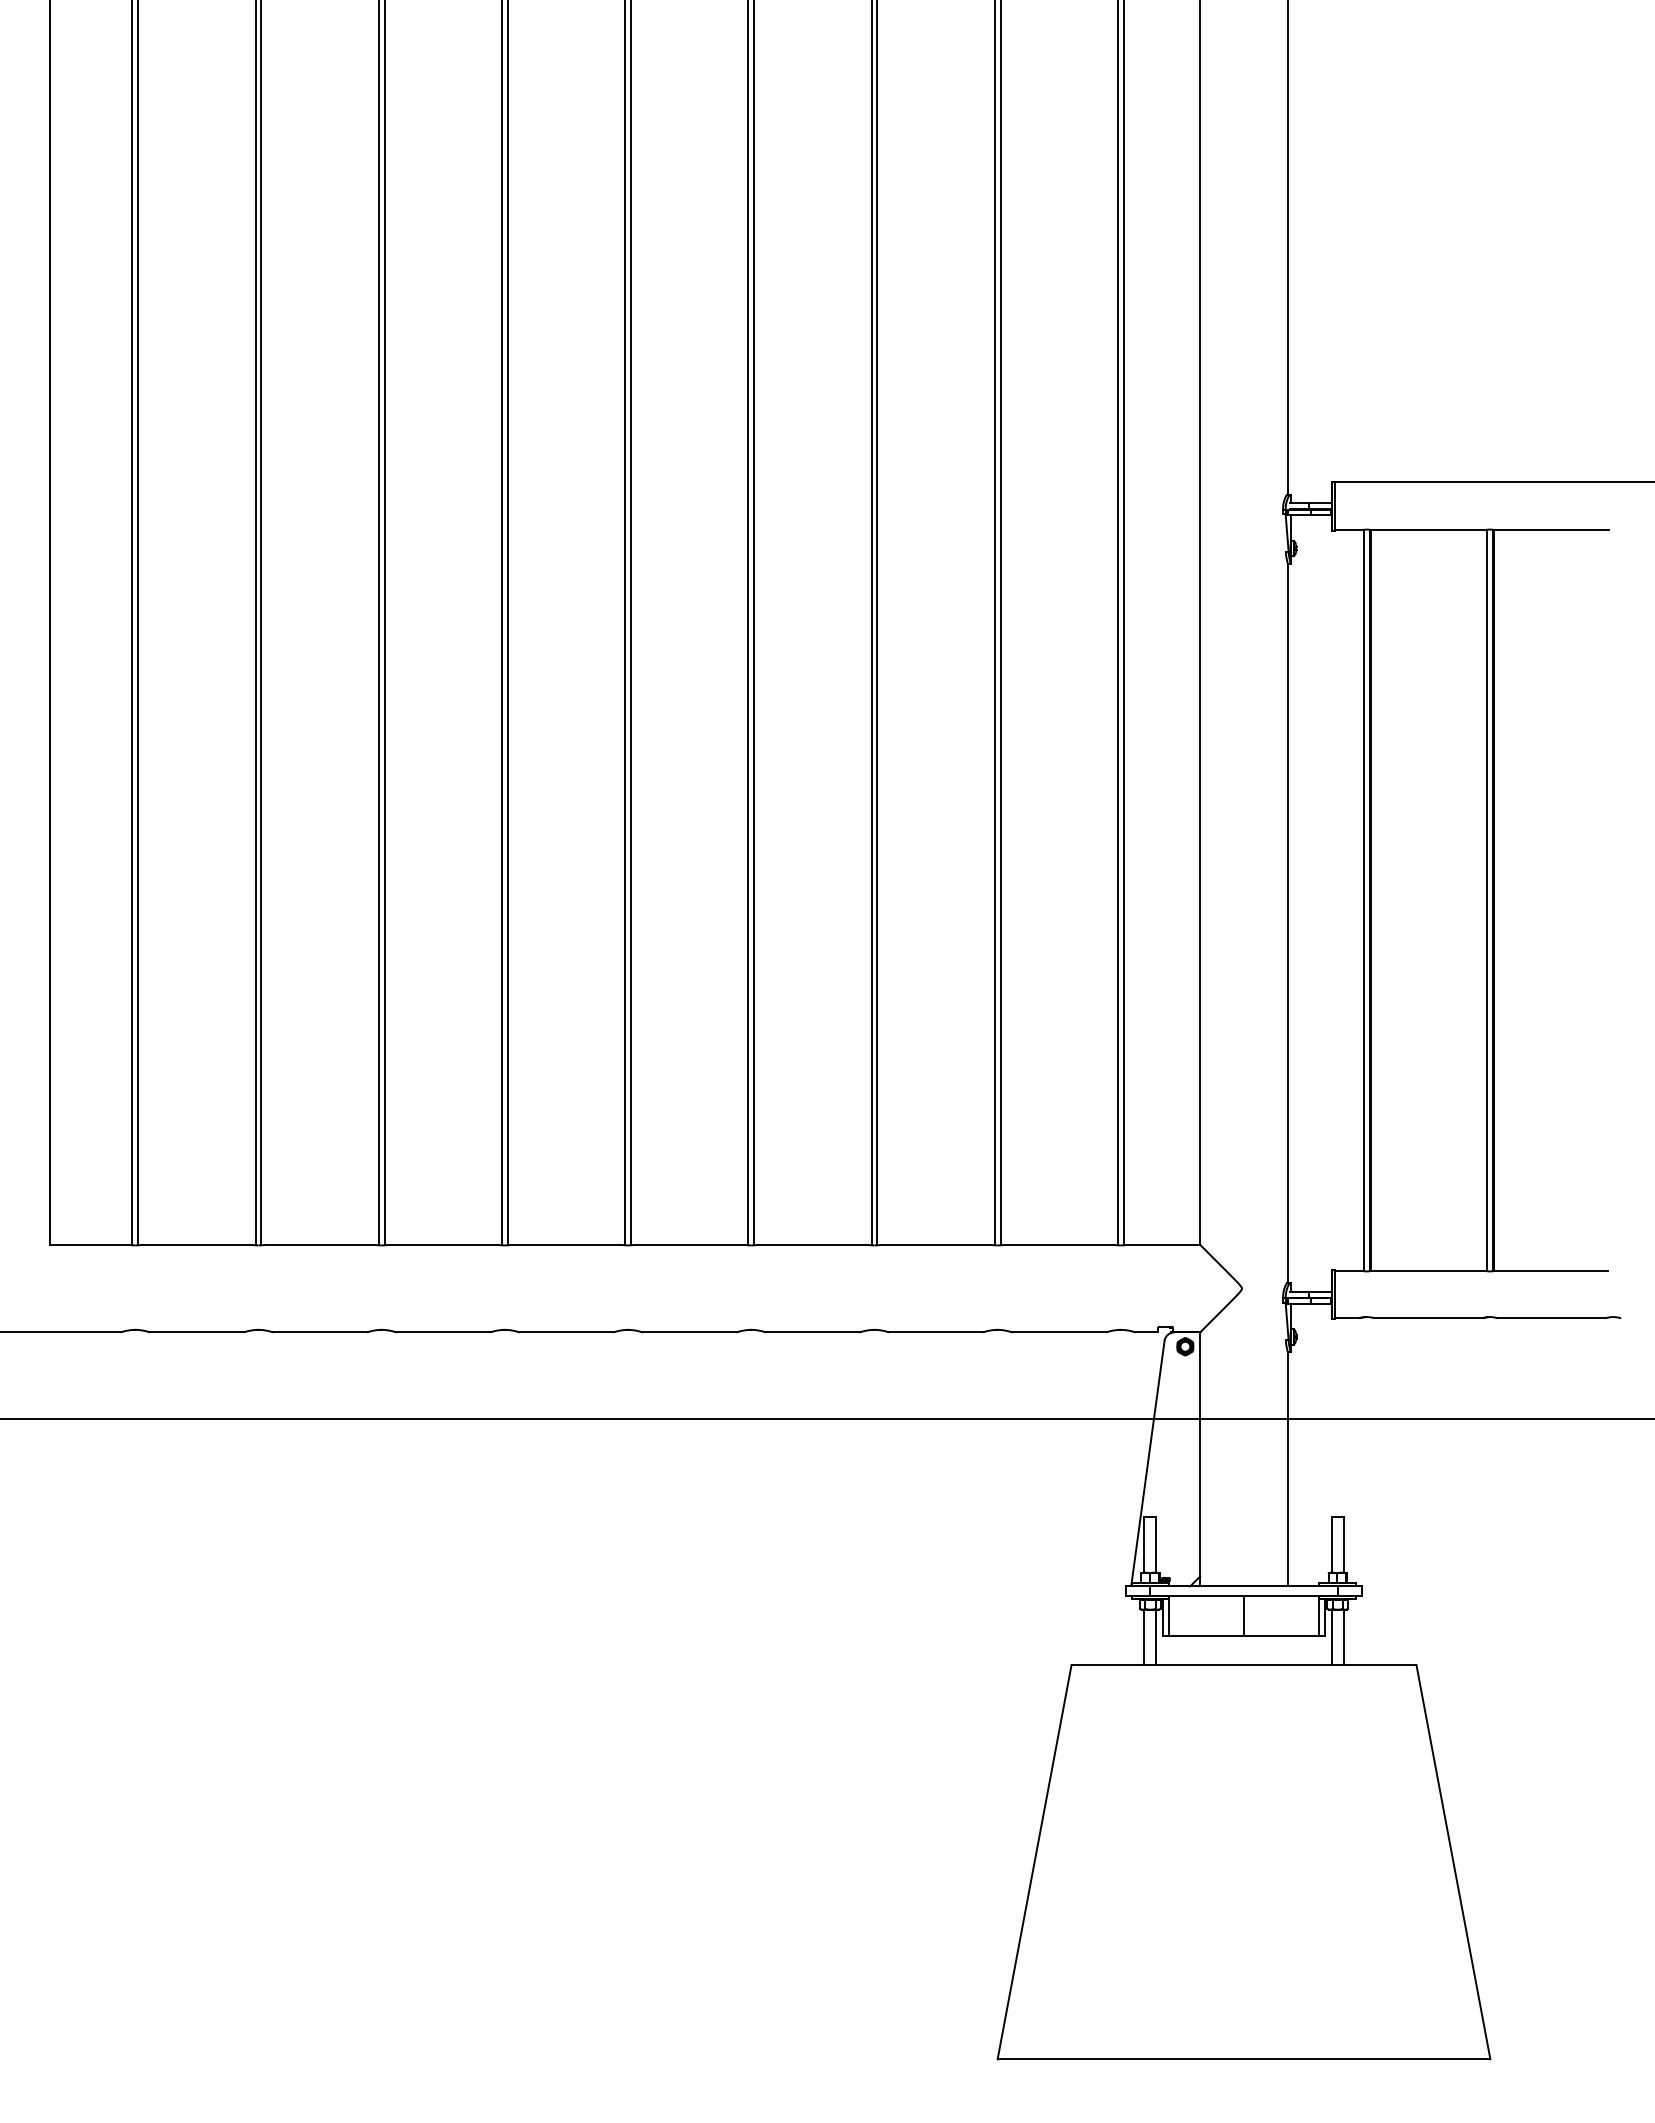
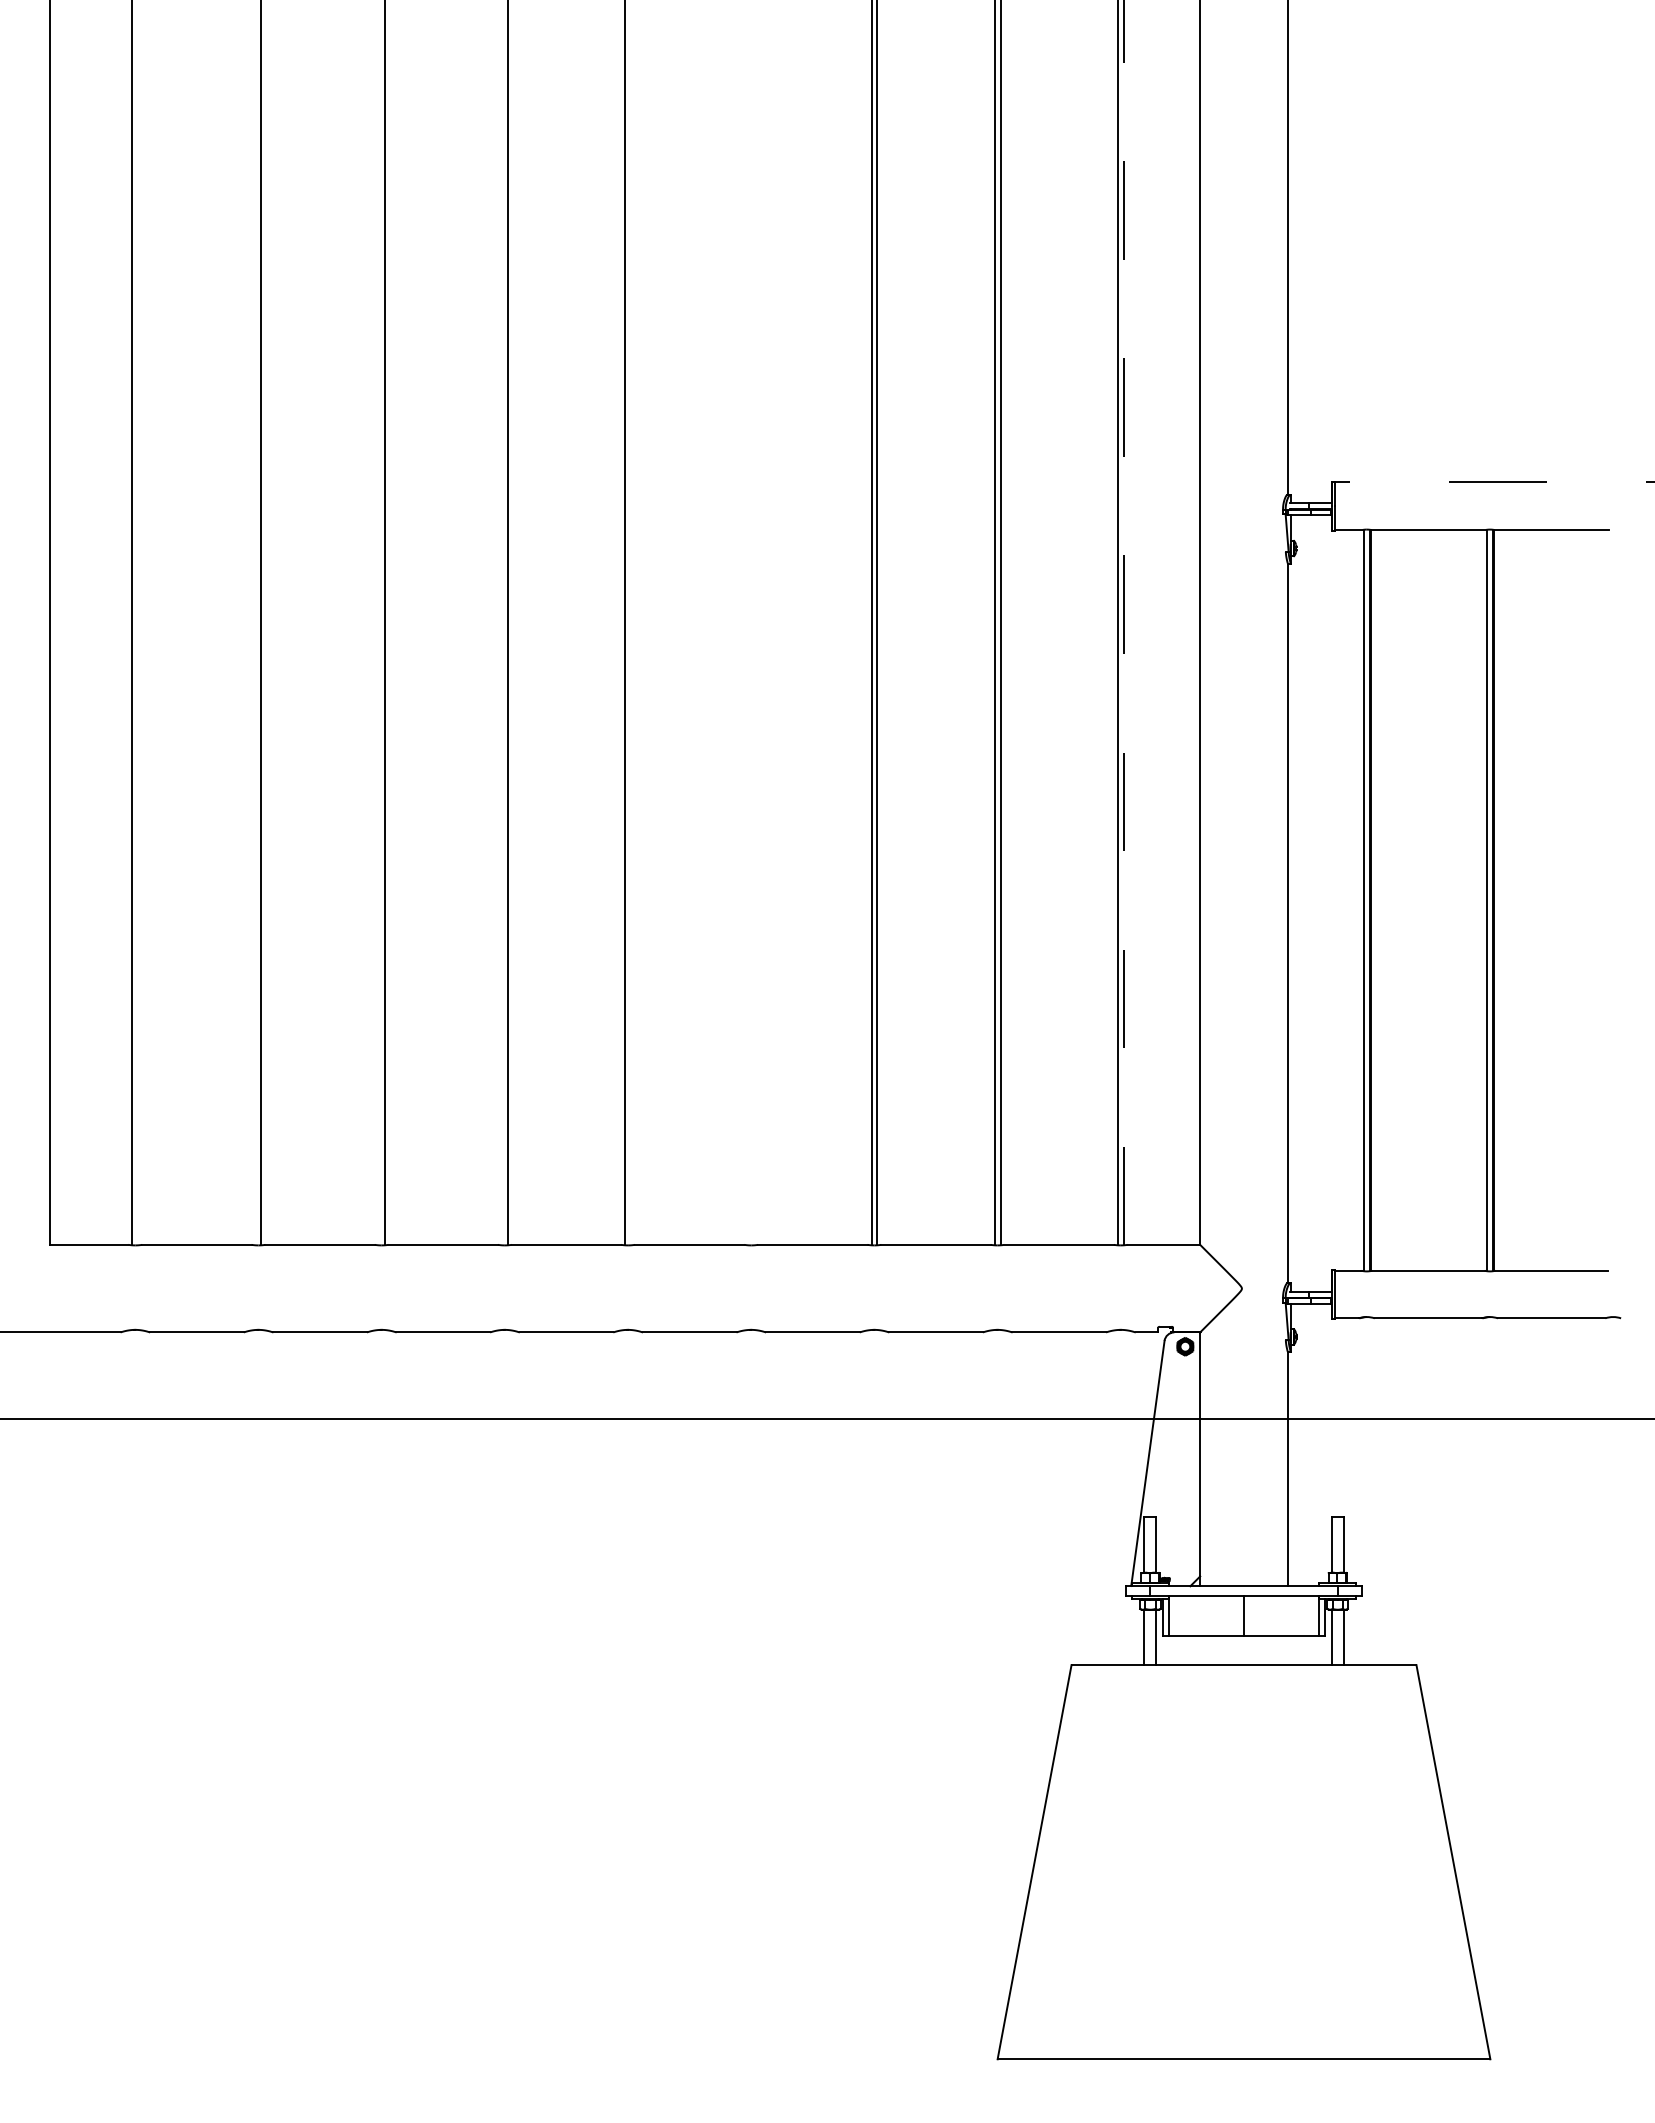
line at (1494, 482): solid -> dashed
line at (1123, 622): solid -> dashed
line at (138, 623): present -> none
line at (255, 623): present -> none
line at (378, 623): present -> none
line at (501, 623): present -> none
line at (631, 623): present -> none
line at (748, 623): present -> none
line at (754, 623): present -> none
